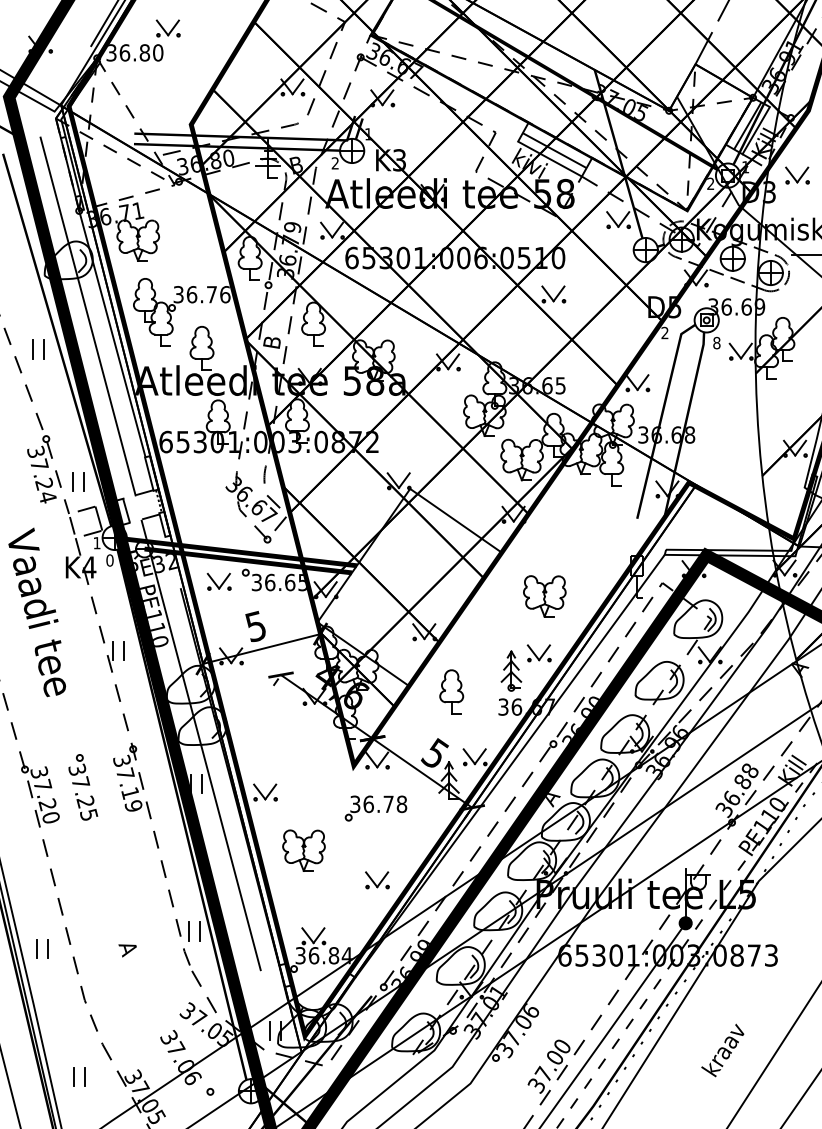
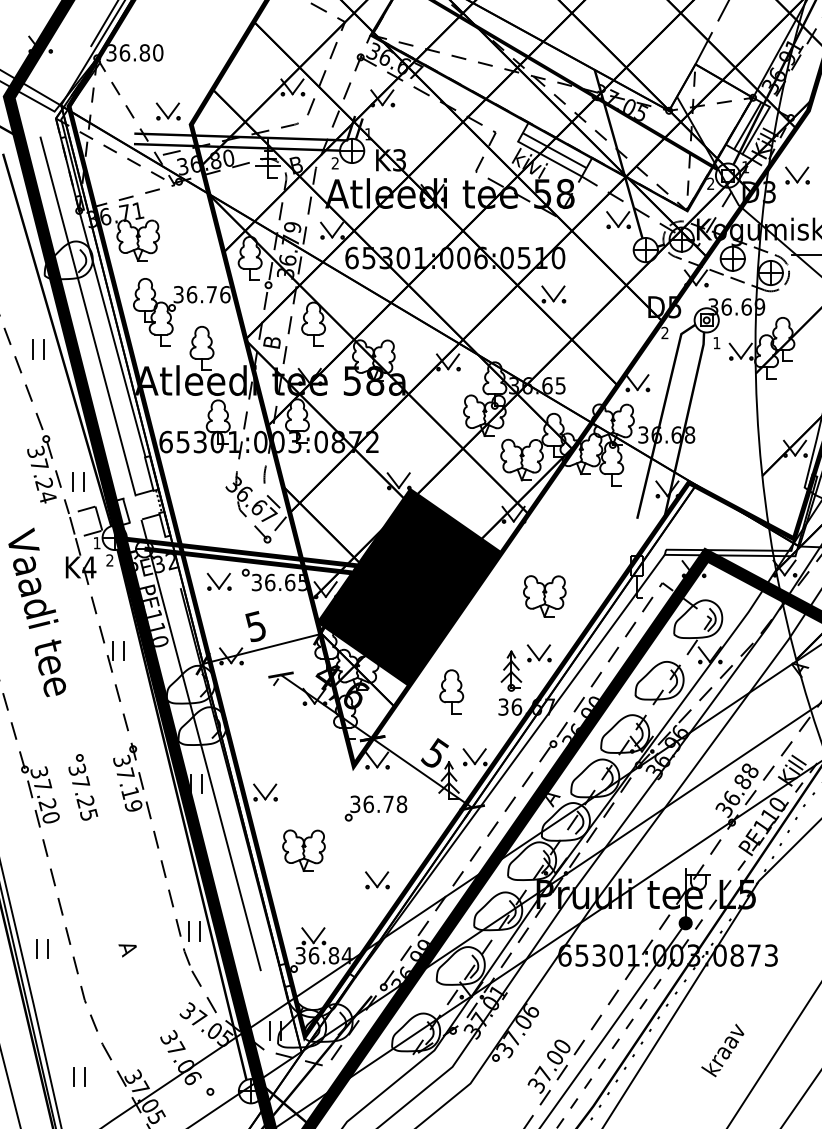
part at (167, 28) position: (167, 28) -> (167, 111)
text at (716, 342): 8 -> 1
text at (109, 560): 0 -> 2
fill at (409, 587): none -> present
